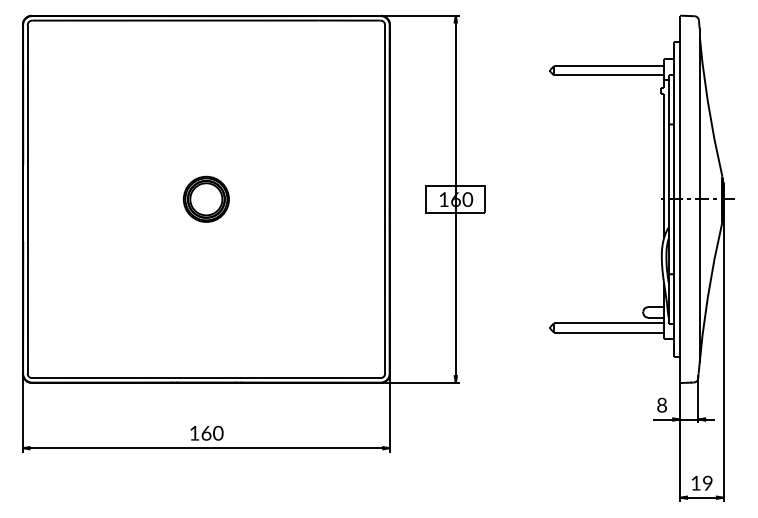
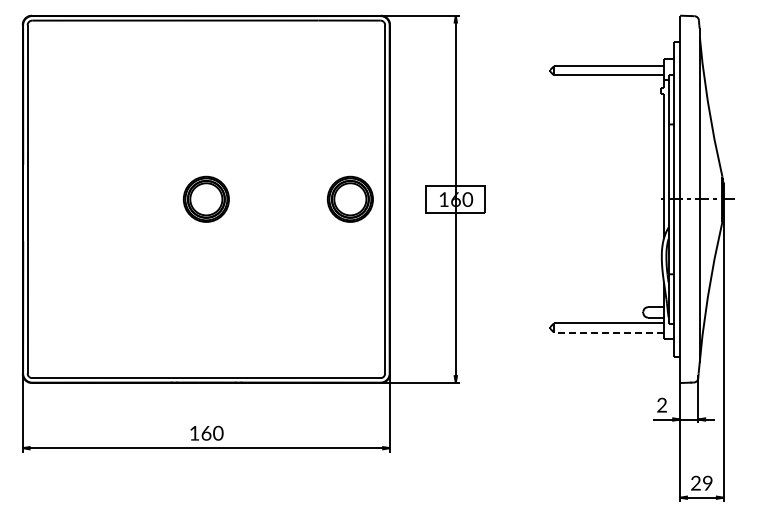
part at (349, 198): none -> present
line at (609, 332): solid -> dashed
text at (661, 405): 8 -> 2
text at (695, 482): 19 -> 29
